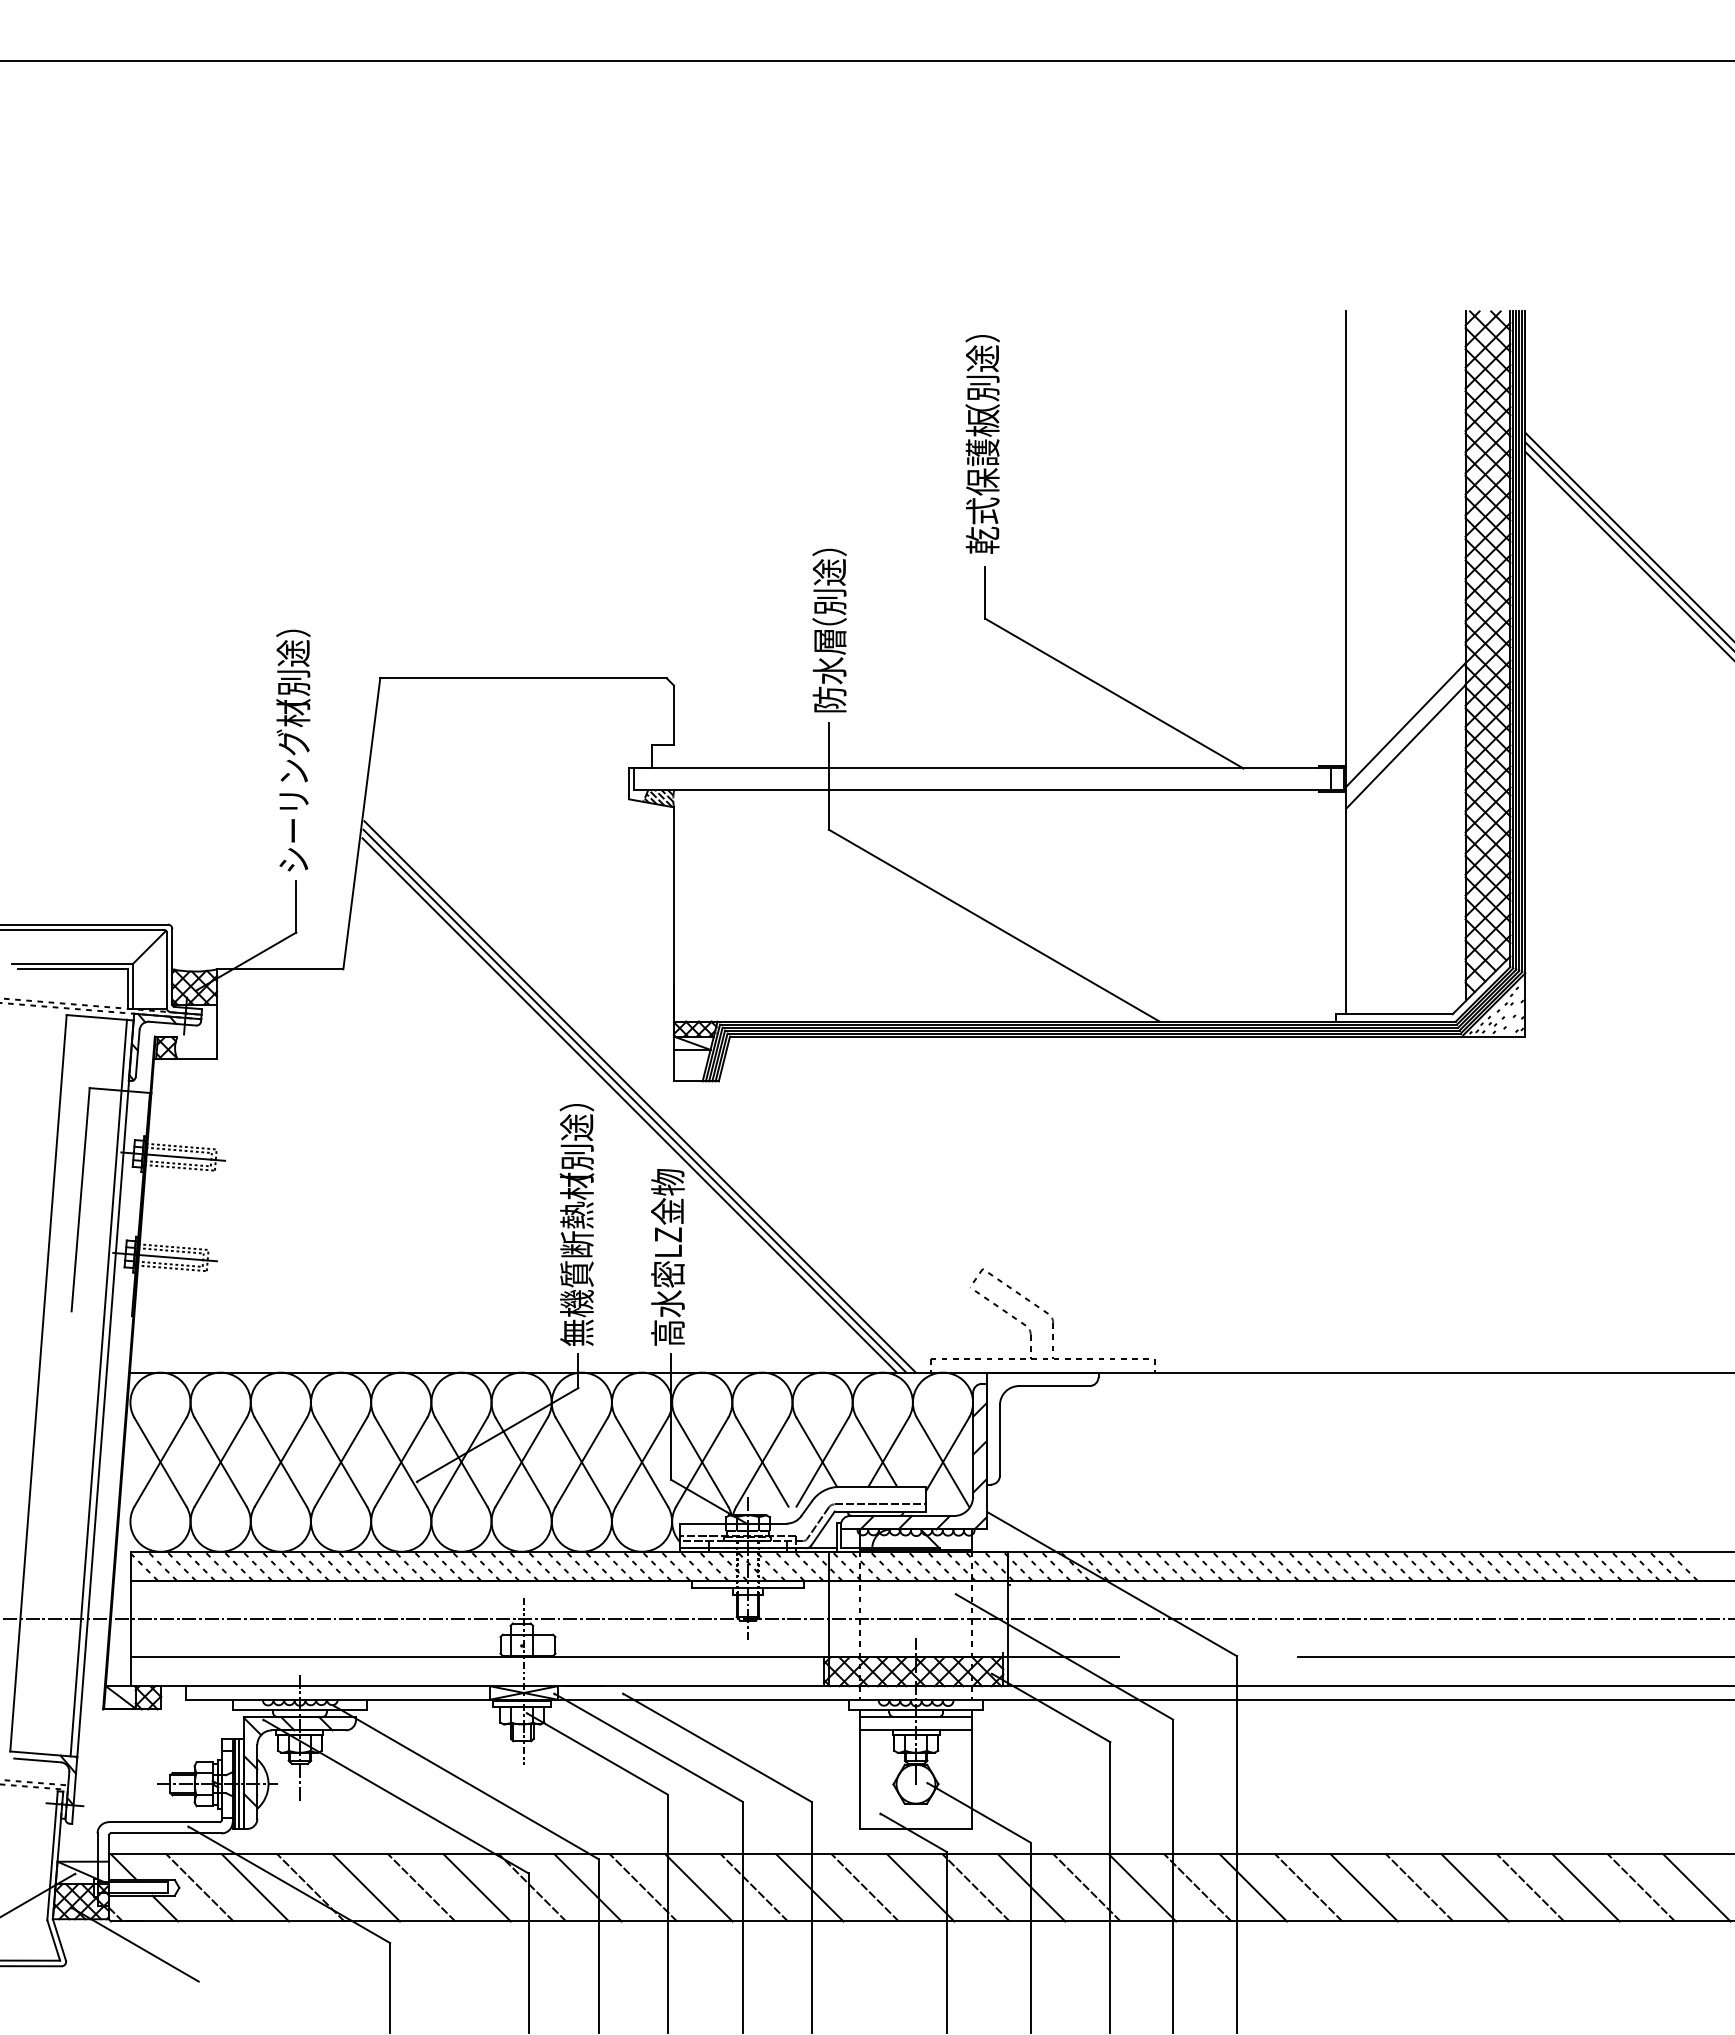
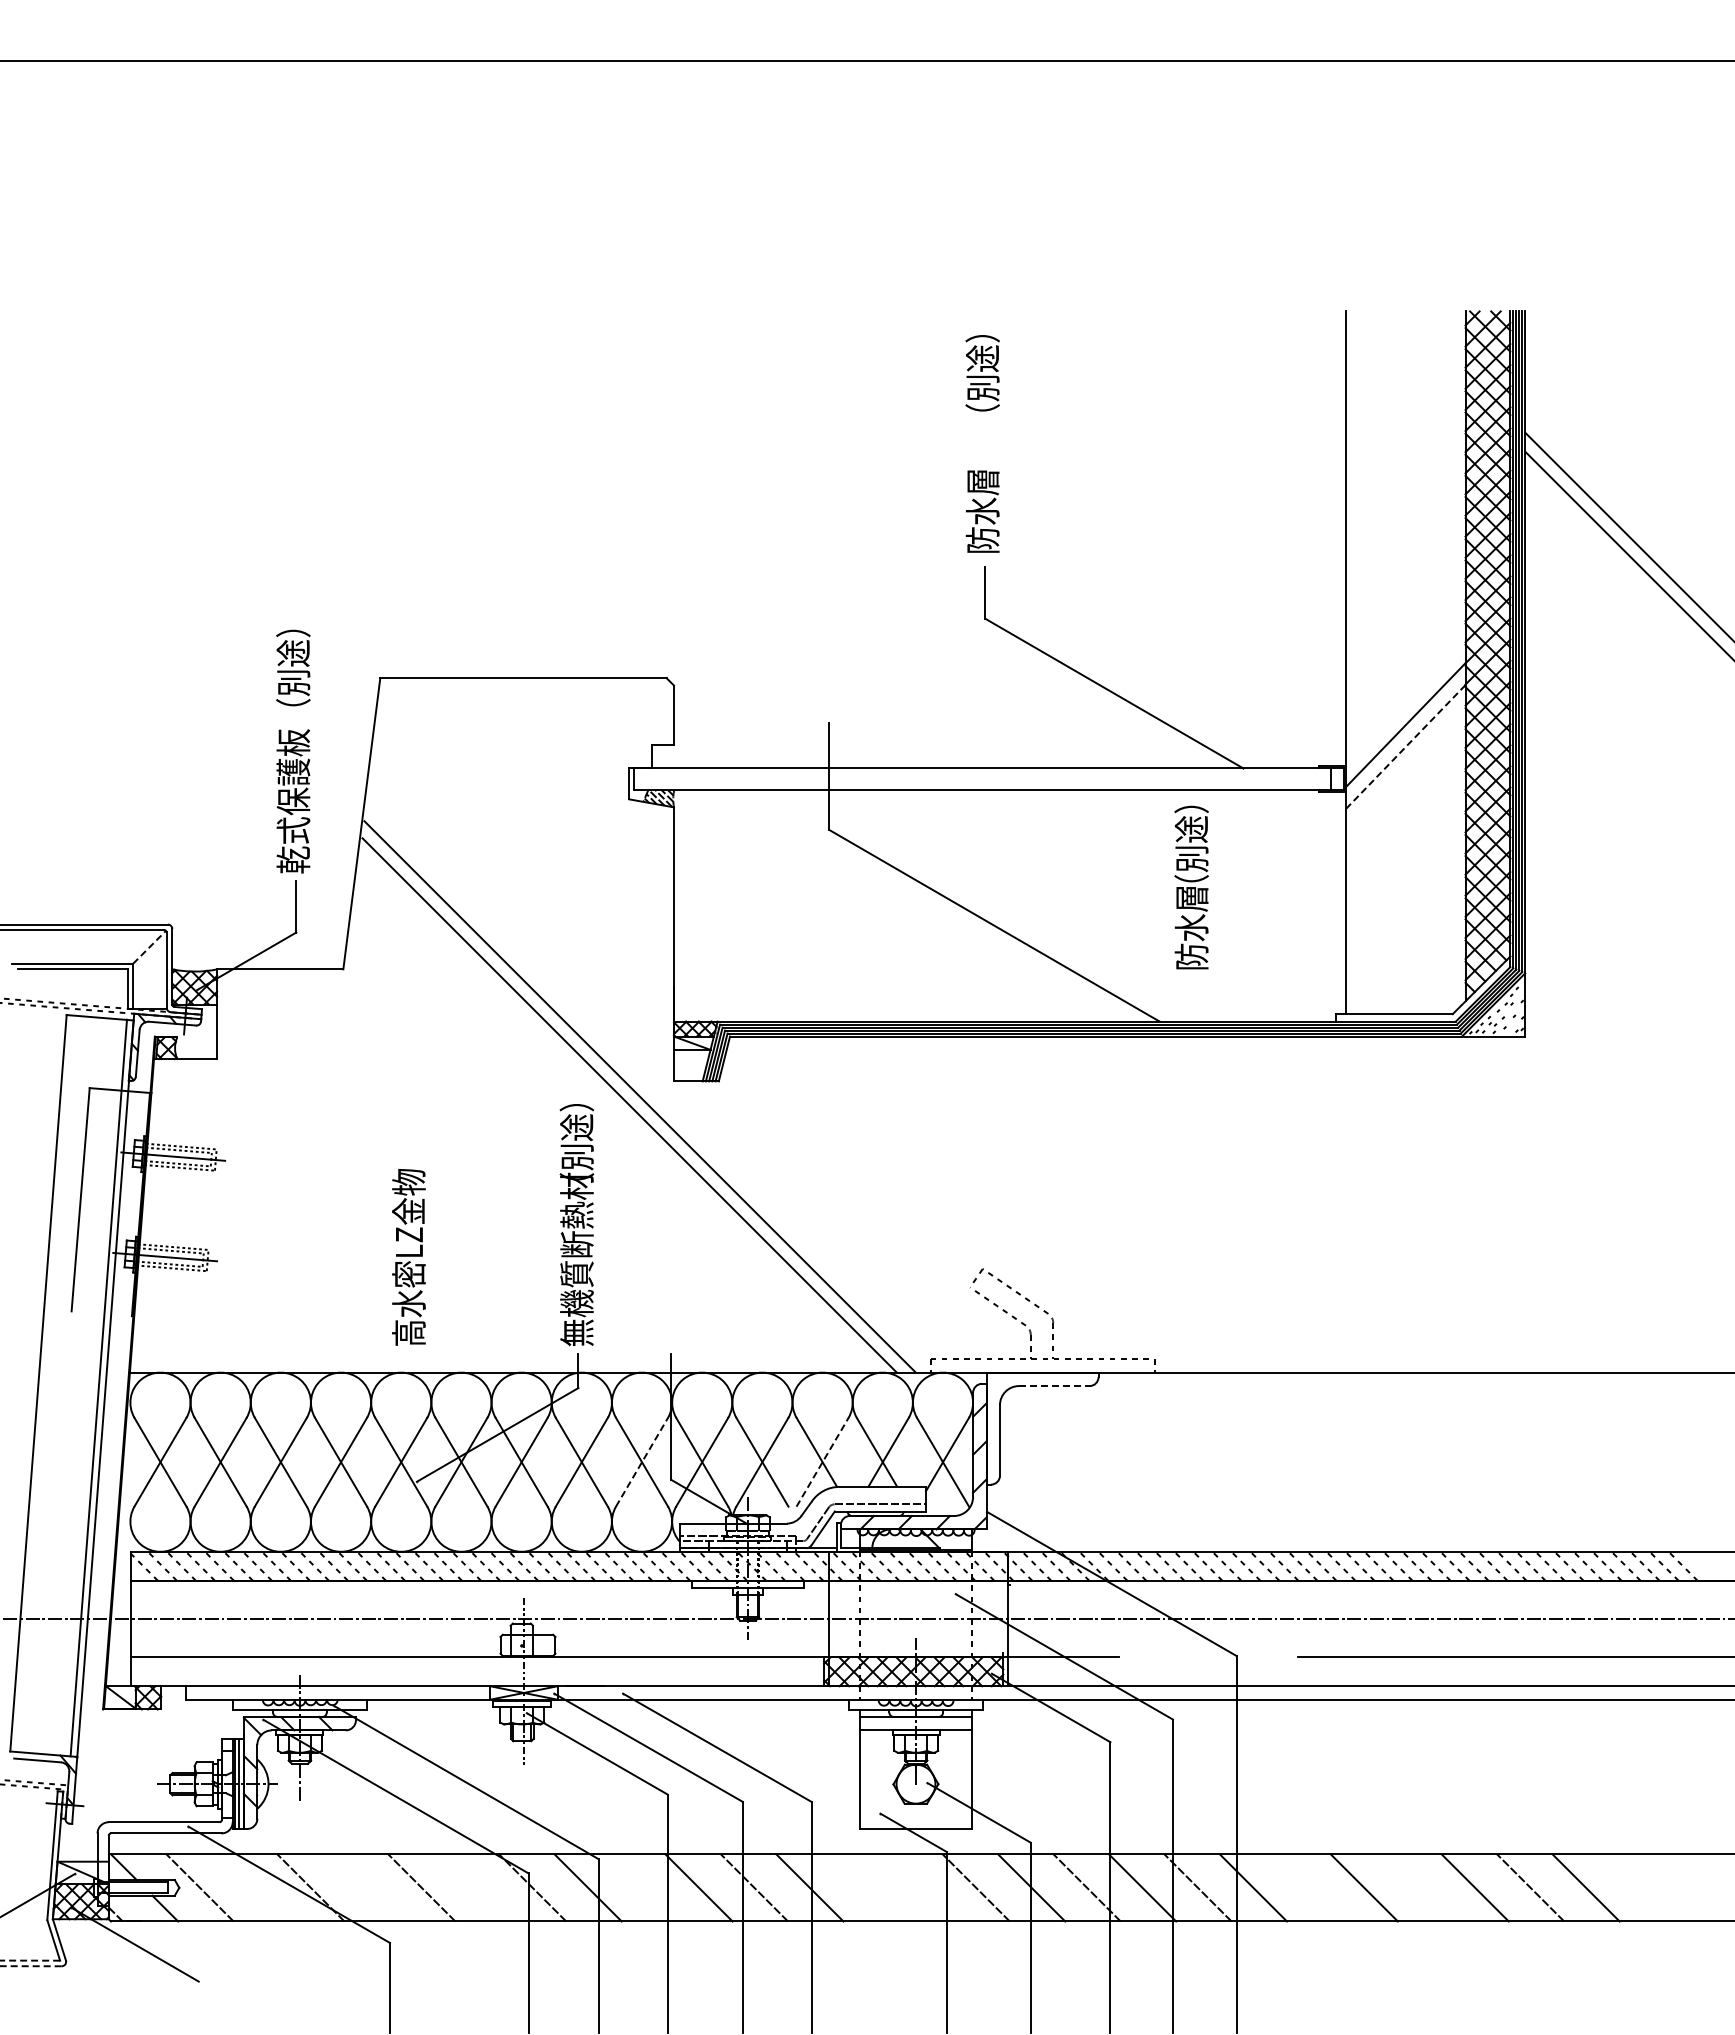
text at (982, 481): 乾式保護板 -> 防水層
line at (1628, 545): present -> none
text at (829, 630) position: (829, 630) -> (1191, 887)
line at (1406, 746): solid -> dashed
text at (293, 786): シーリング材 -> 乾式保護板
line at (149, 946): solid -> dashed
line at (634, 1100): present -> none
text at (667, 1257) position: (667, 1257) -> (408, 1257)
line at (1054, 1386): solid -> dashed
line at (642, 1462): solid -> dashed
line at (822, 1462): solid -> dashed
line at (255, 1887): present -> none
line at (365, 1887): present -> none
line at (476, 1887): present -> none
line at (643, 1887): present -> none
line at (864, 1887): present -> none
line at (920, 1887): present -> none
line at (1308, 1887): present -> none
line at (1419, 1887): present -> none
line at (1641, 1887): present -> none
line at (1696, 1887): present -> none
line at (30, 1960): solid -> dashed
line at (30, 1966): solid -> dashed
